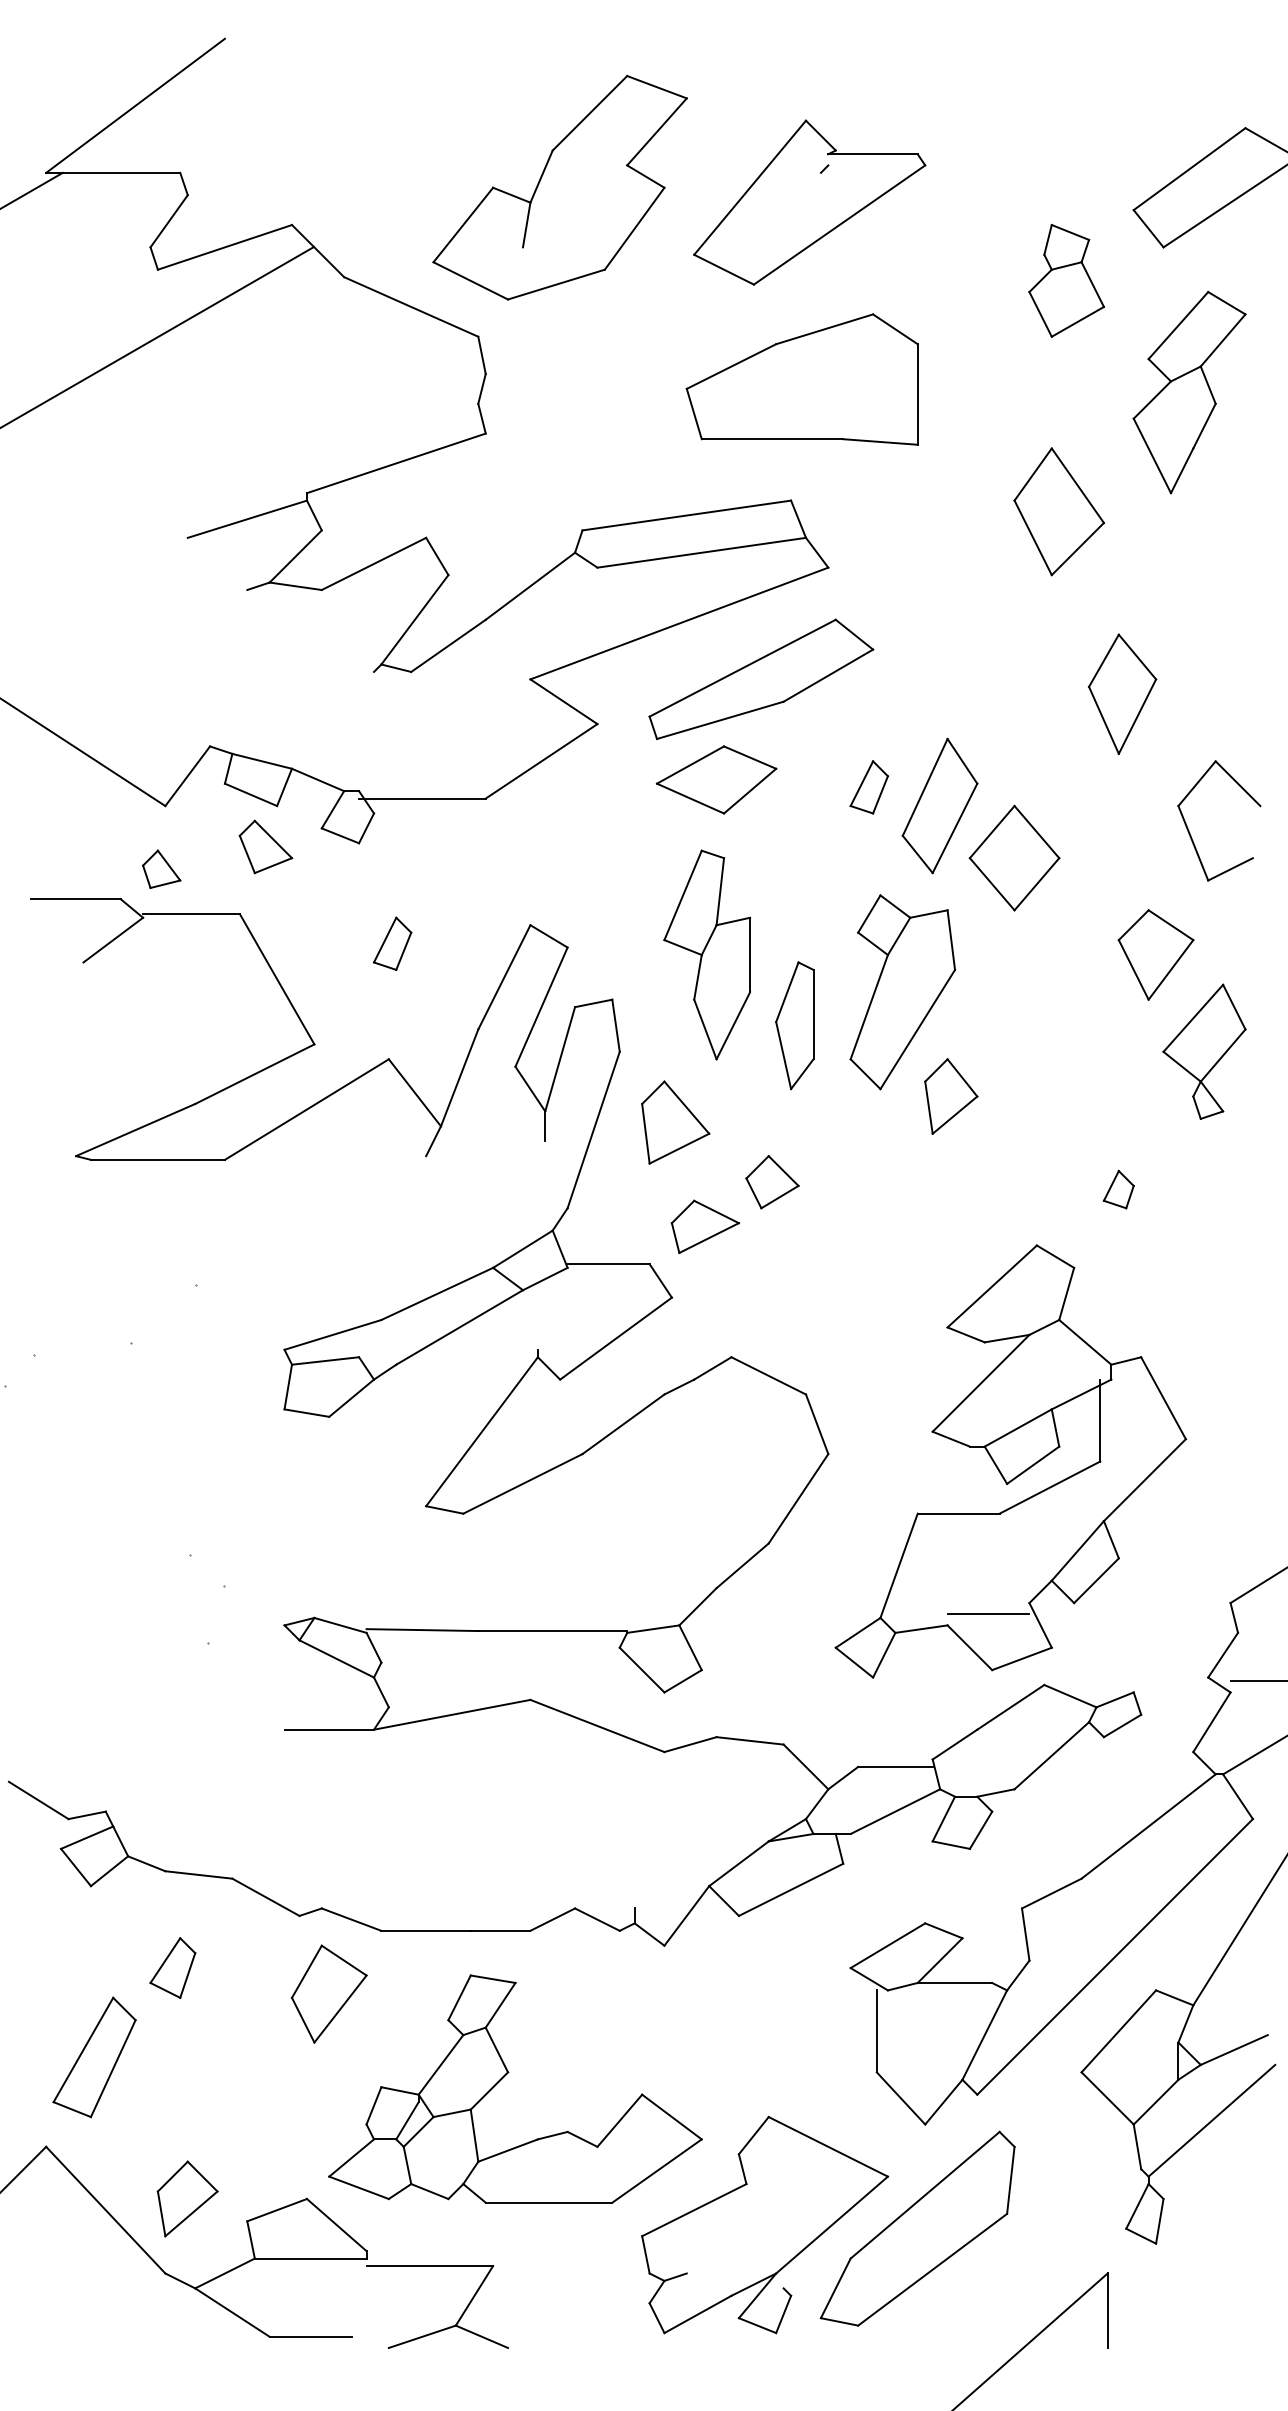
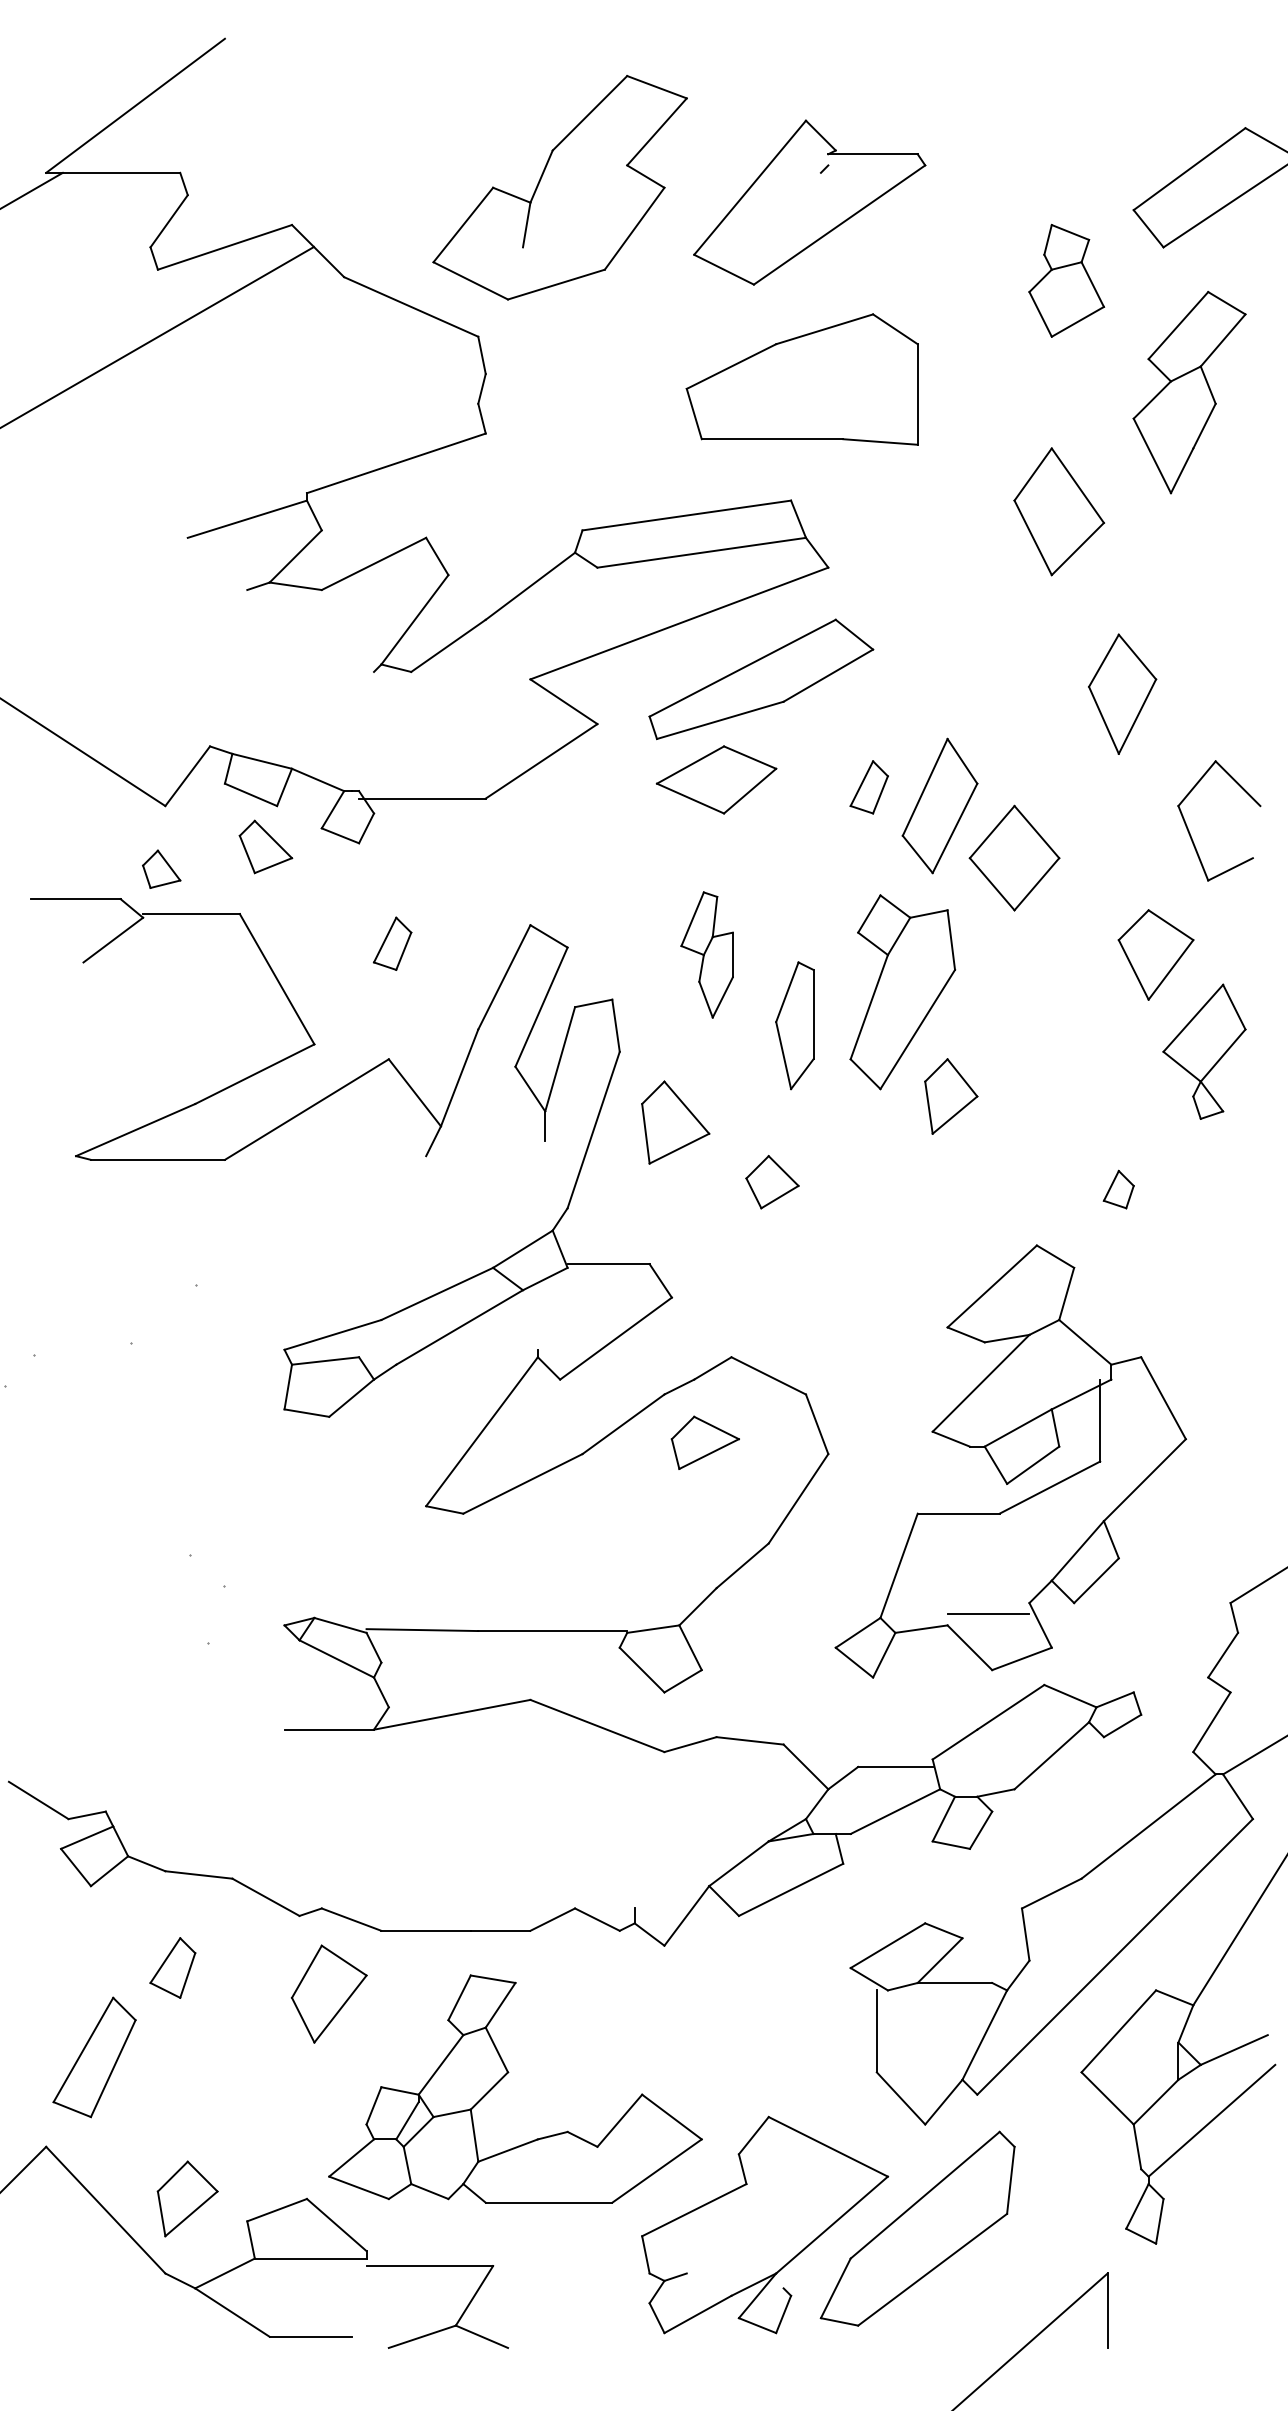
part at (706, 954) size: 88x212 px -> 54x128 px
part at (704, 1226) position: (704, 1226) -> (704, 1442)
line at (1257, 1681): present -> none
